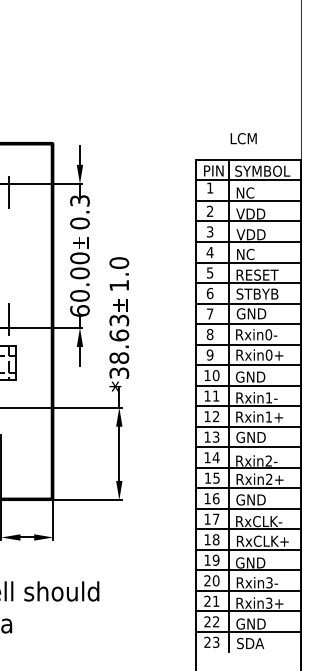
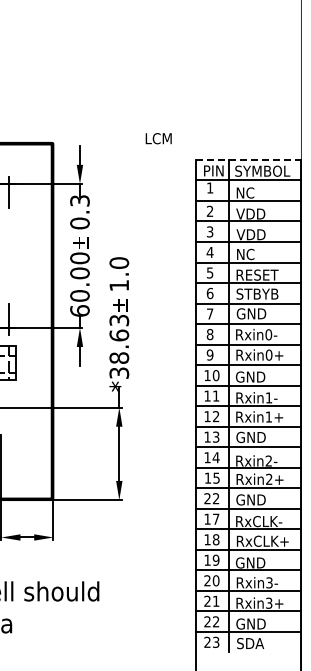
text at (243, 138) position: (243, 138) -> (158, 138)
line at (248, 159): solid -> dashed
text at (211, 498): 16 -> 22
